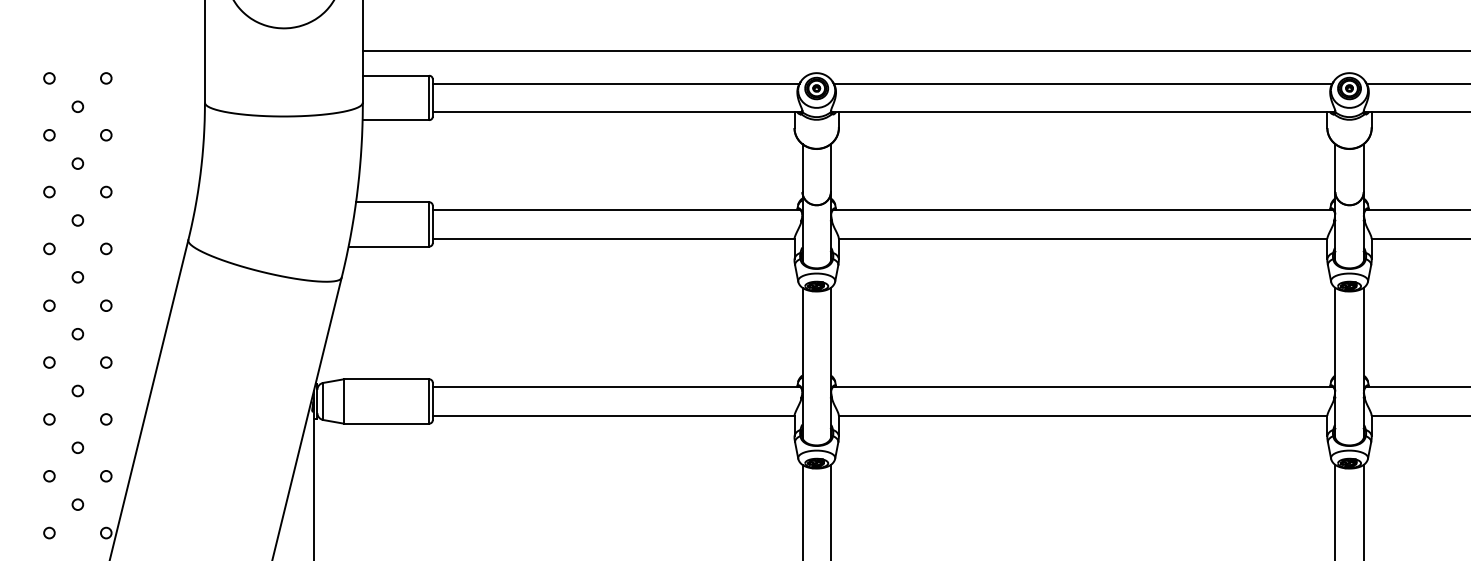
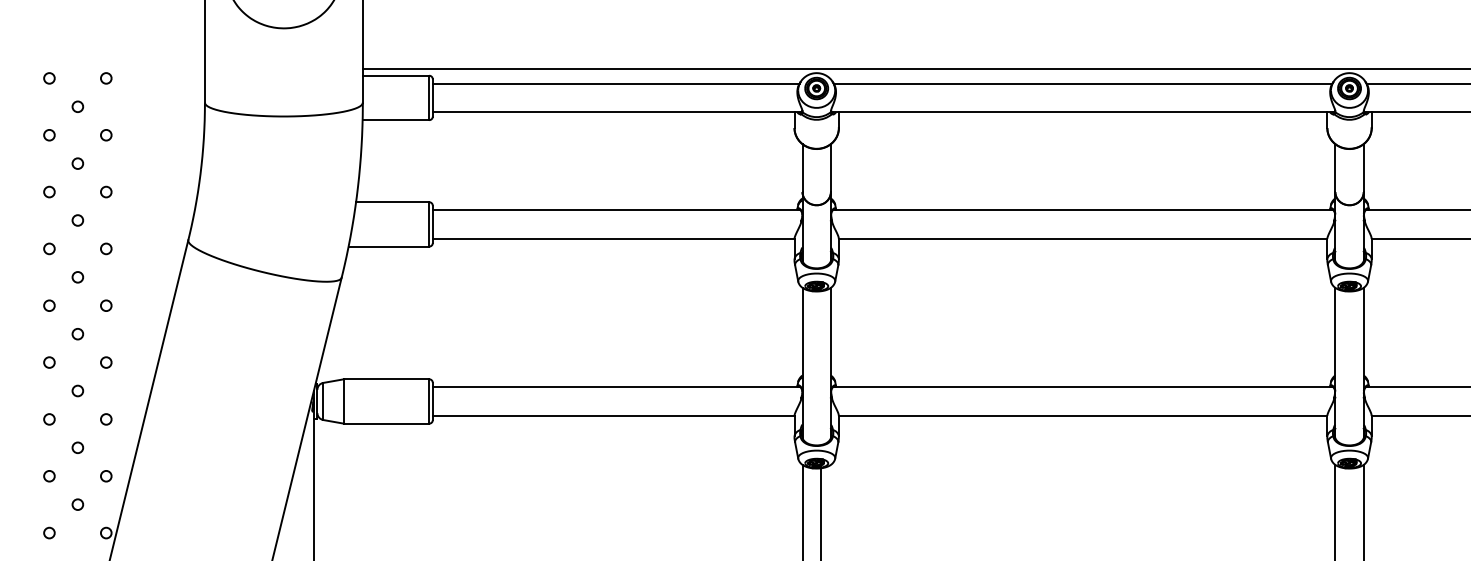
line at (914, 51) position: (914, 51) -> (914, 69)
line at (830, 510) position: (830, 510) -> (820, 510)
